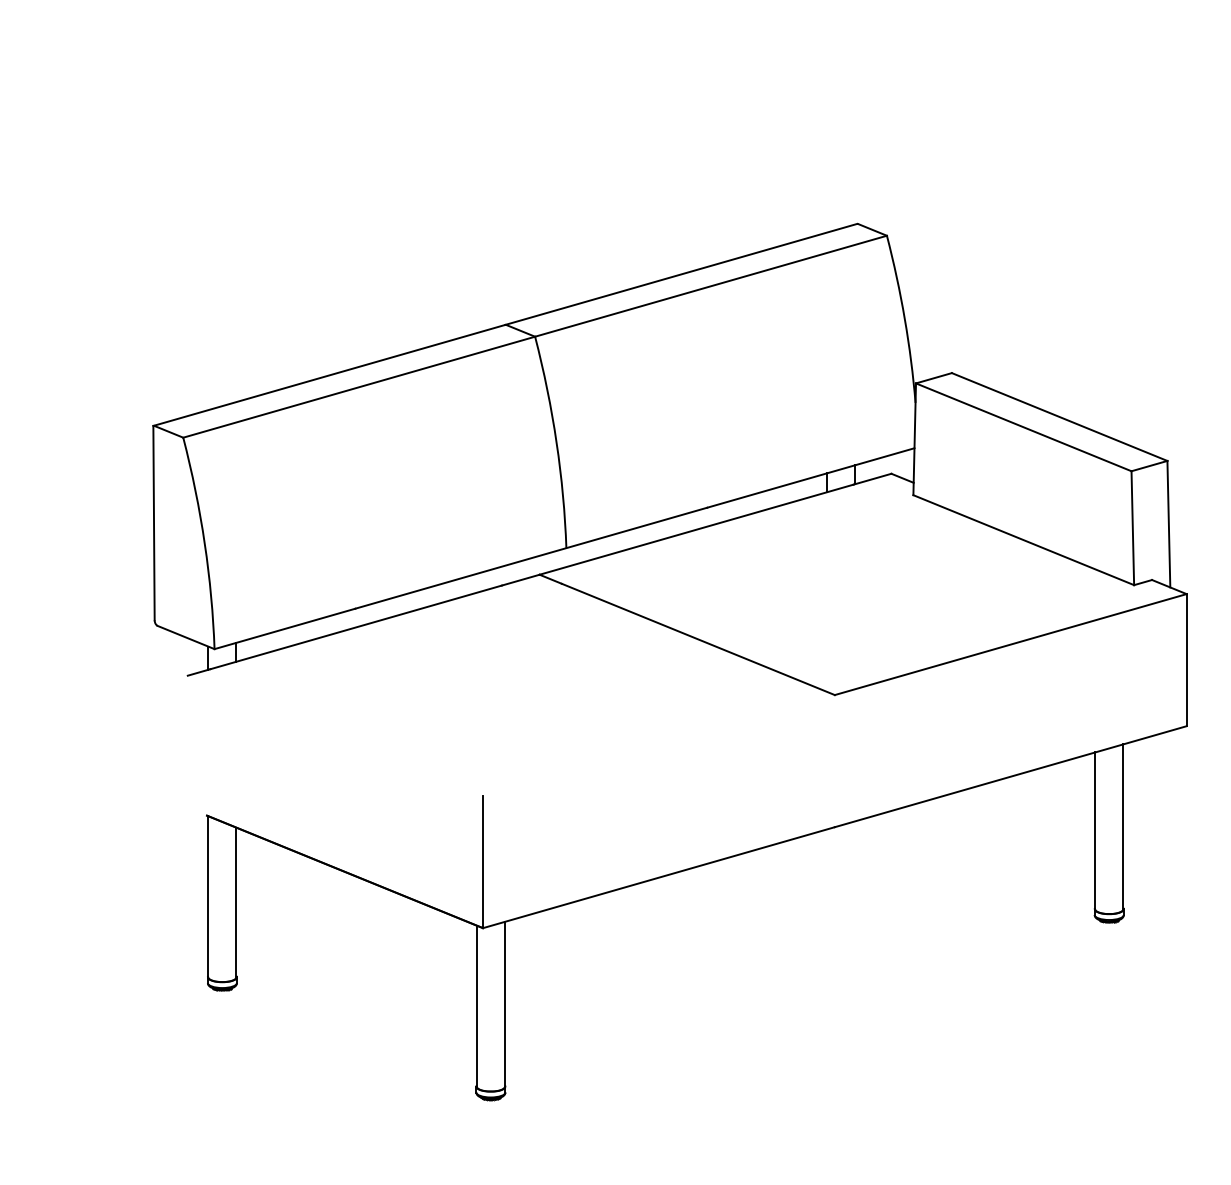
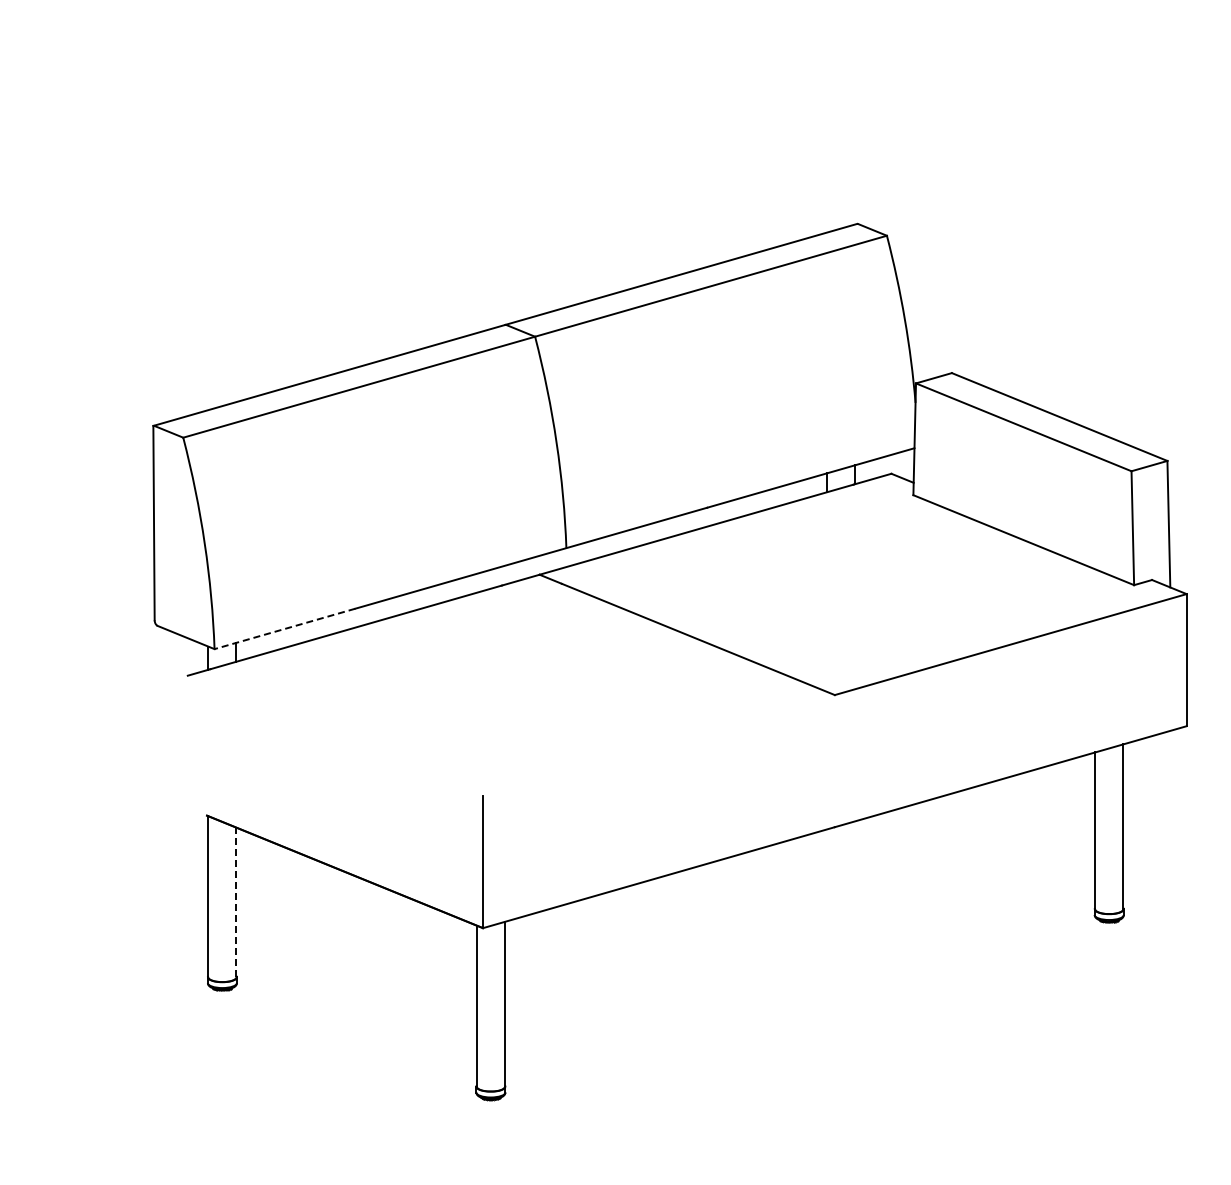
line at (284, 629): solid -> dashed
line at (236, 902): solid -> dashed
